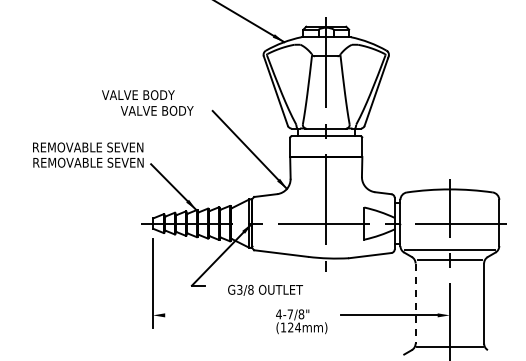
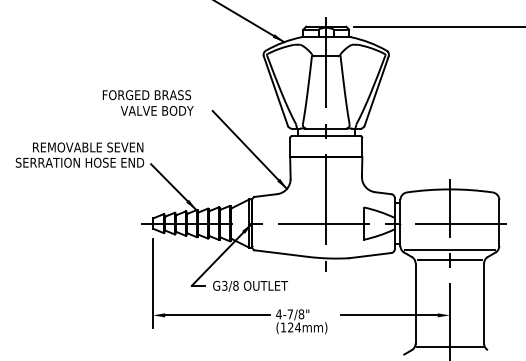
line at (437, 26): none -> present
text at (146, 95): VALVE BODY -> FORGED BRASS
text at (79, 162): REMOVABLE SEVEN -> SERRATION HOSE END
text at (265, 289) position: (265, 289) -> (250, 285)
line at (415, 304): dashed -> solid
line at (217, 315): none -> present
